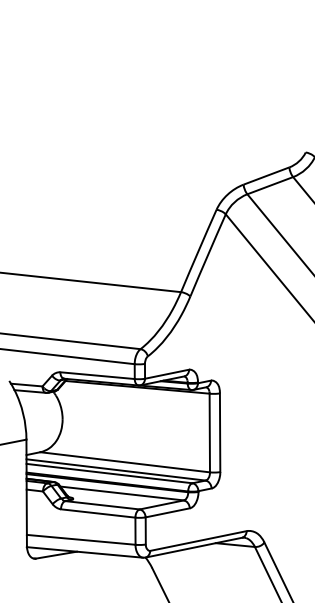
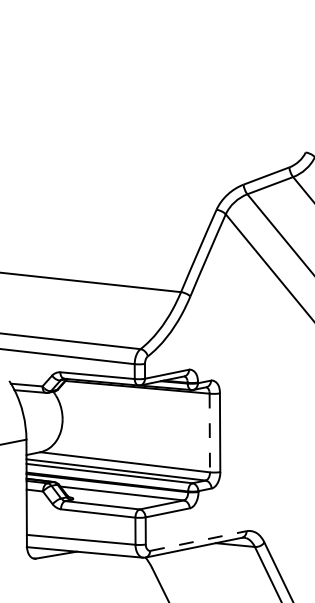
line at (209, 433): solid -> dashed
line at (198, 540): solid -> dashed
